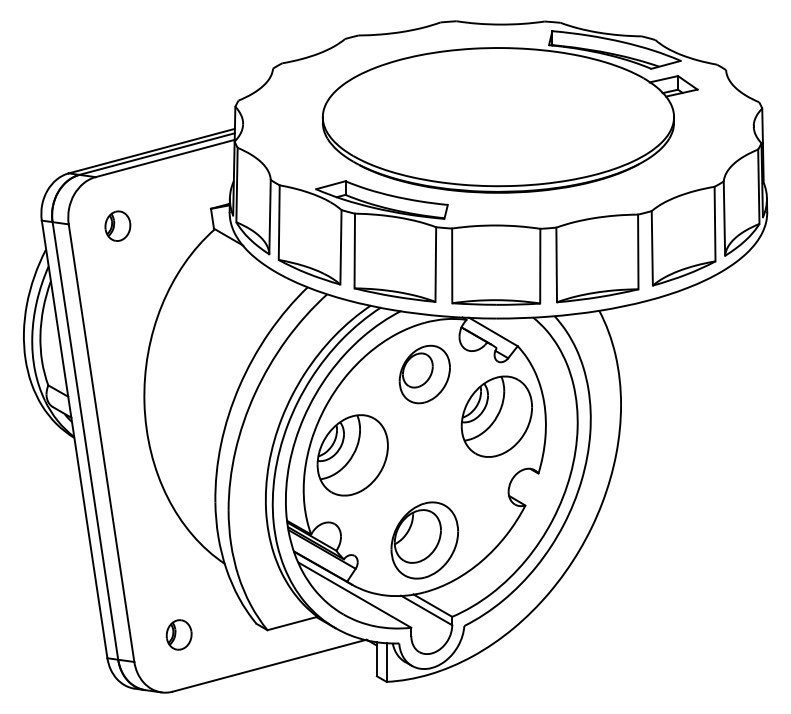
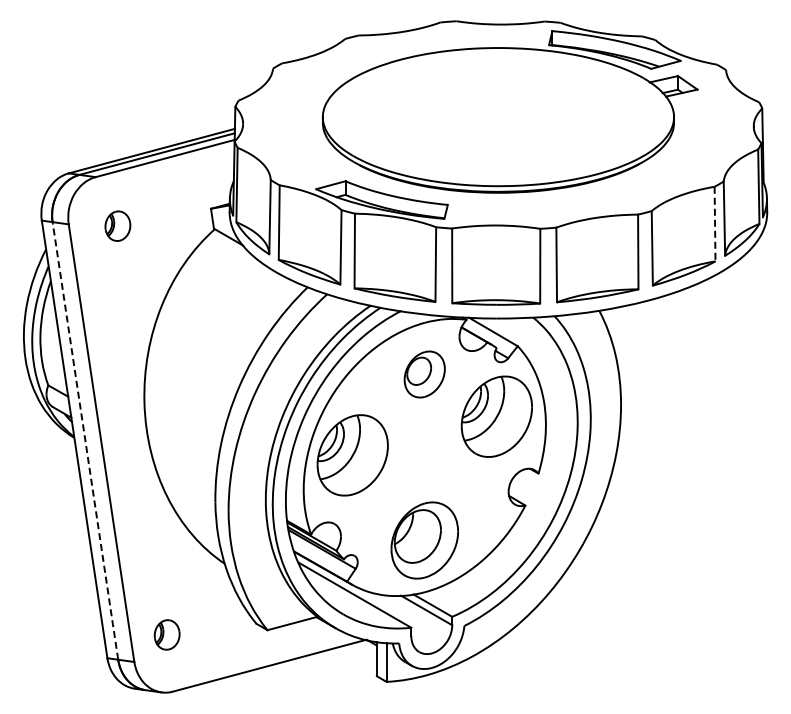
line at (715, 224): solid -> dashed
part at (424, 374) size: 53x61 px -> 43x49 px
line at (85, 440): solid -> dashed
part at (178, 634) position: (178, 634) -> (166, 634)
